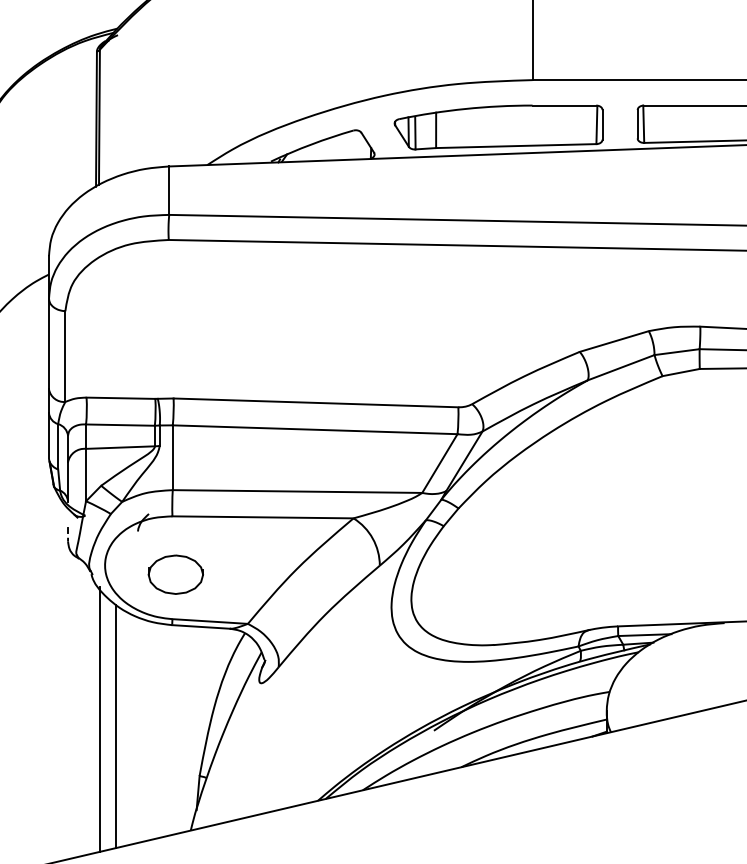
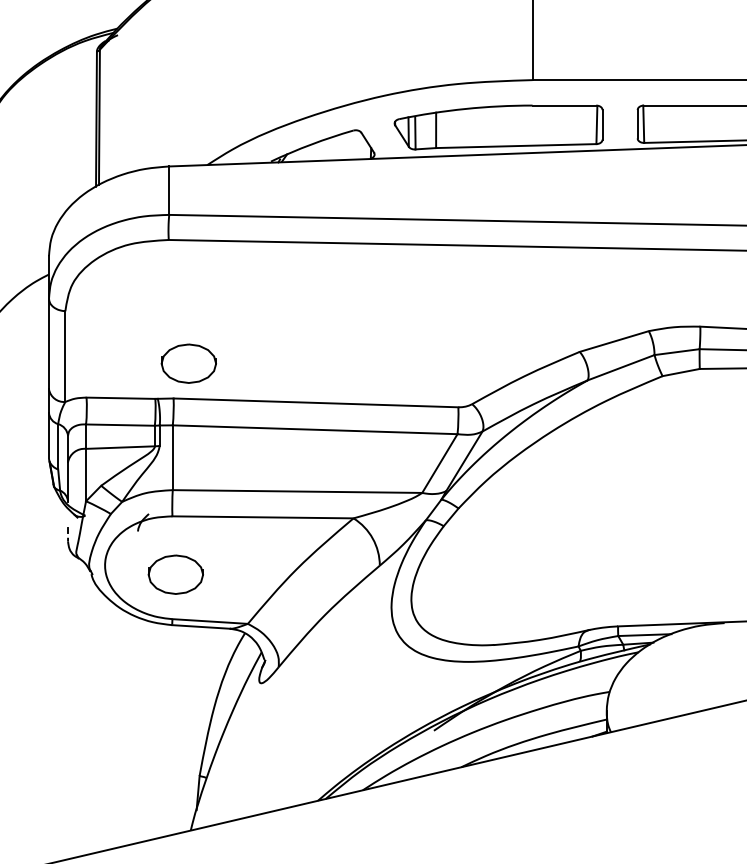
part at (188, 363): none -> present
line at (99, 718): present -> none
line at (116, 726): present -> none
